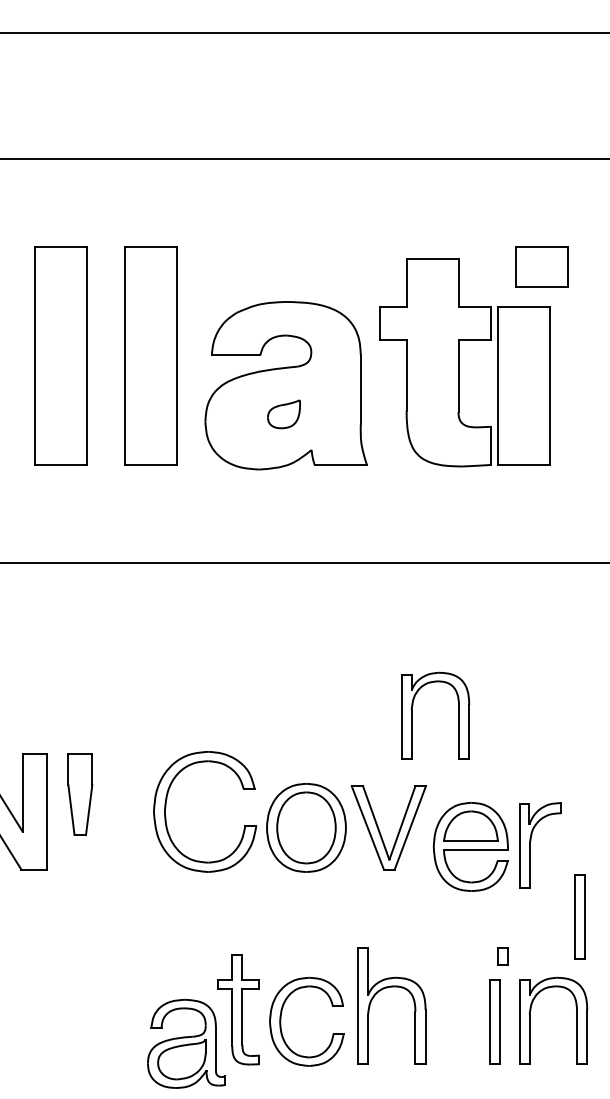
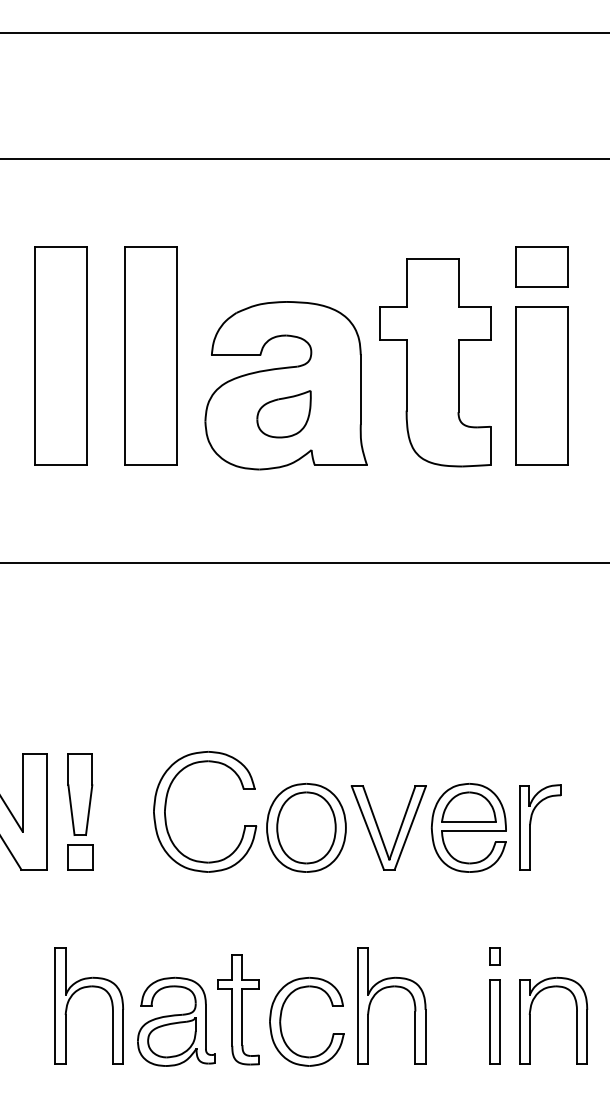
part at (523, 385) position: (523, 385) -> (541, 385)
part at (283, 414) size: 34x31 px -> 56x49 px
part at (412, 715): present -> none
part at (531, 841) position: (531, 841) -> (531, 823)
part at (470, 846) position: (470, 846) -> (468, 827)
part at (80, 857): none -> present
part at (579, 916): present -> none
part at (502, 956) position: (502, 956) -> (494, 956)
part at (85, 988): none -> present
part at (186, 1043) position: (186, 1043) -> (176, 1021)
